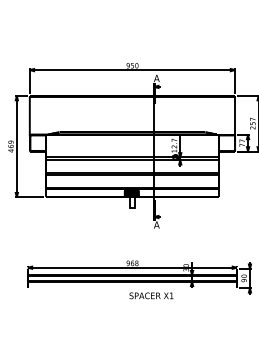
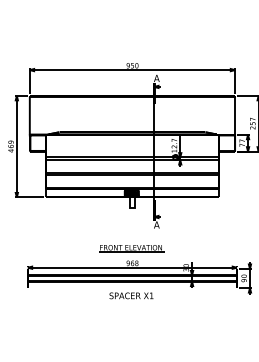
part at (131, 248): none -> present
text at (151, 295) position: (151, 295) -> (131, 295)
